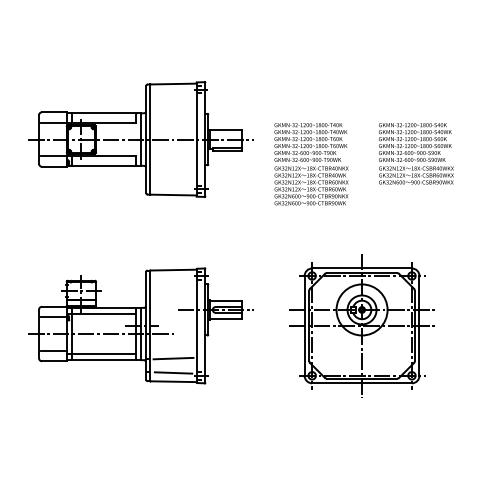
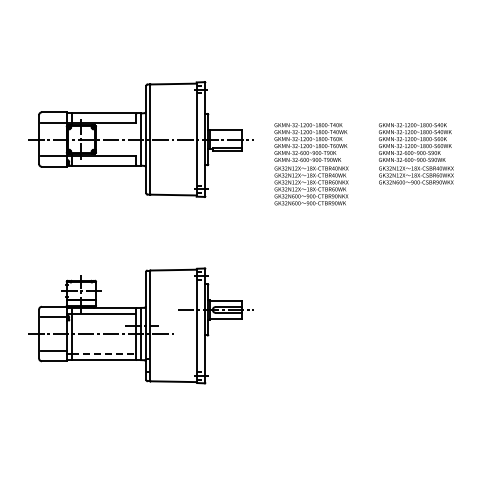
part at (361, 325): present -> none
line at (103, 353): solid -> dashed
line at (173, 358): present -> none
line at (173, 372): present -> none
